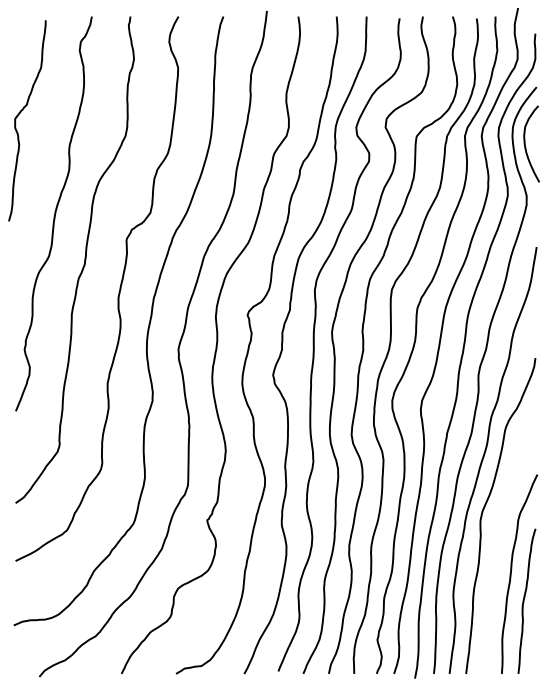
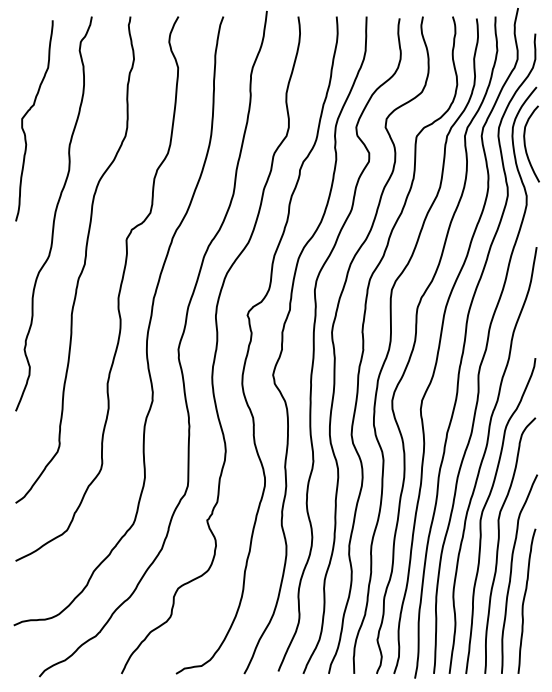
curve at (18, 116) position: (18, 116) -> (25, 116)
curve at (499, 544): none -> present
